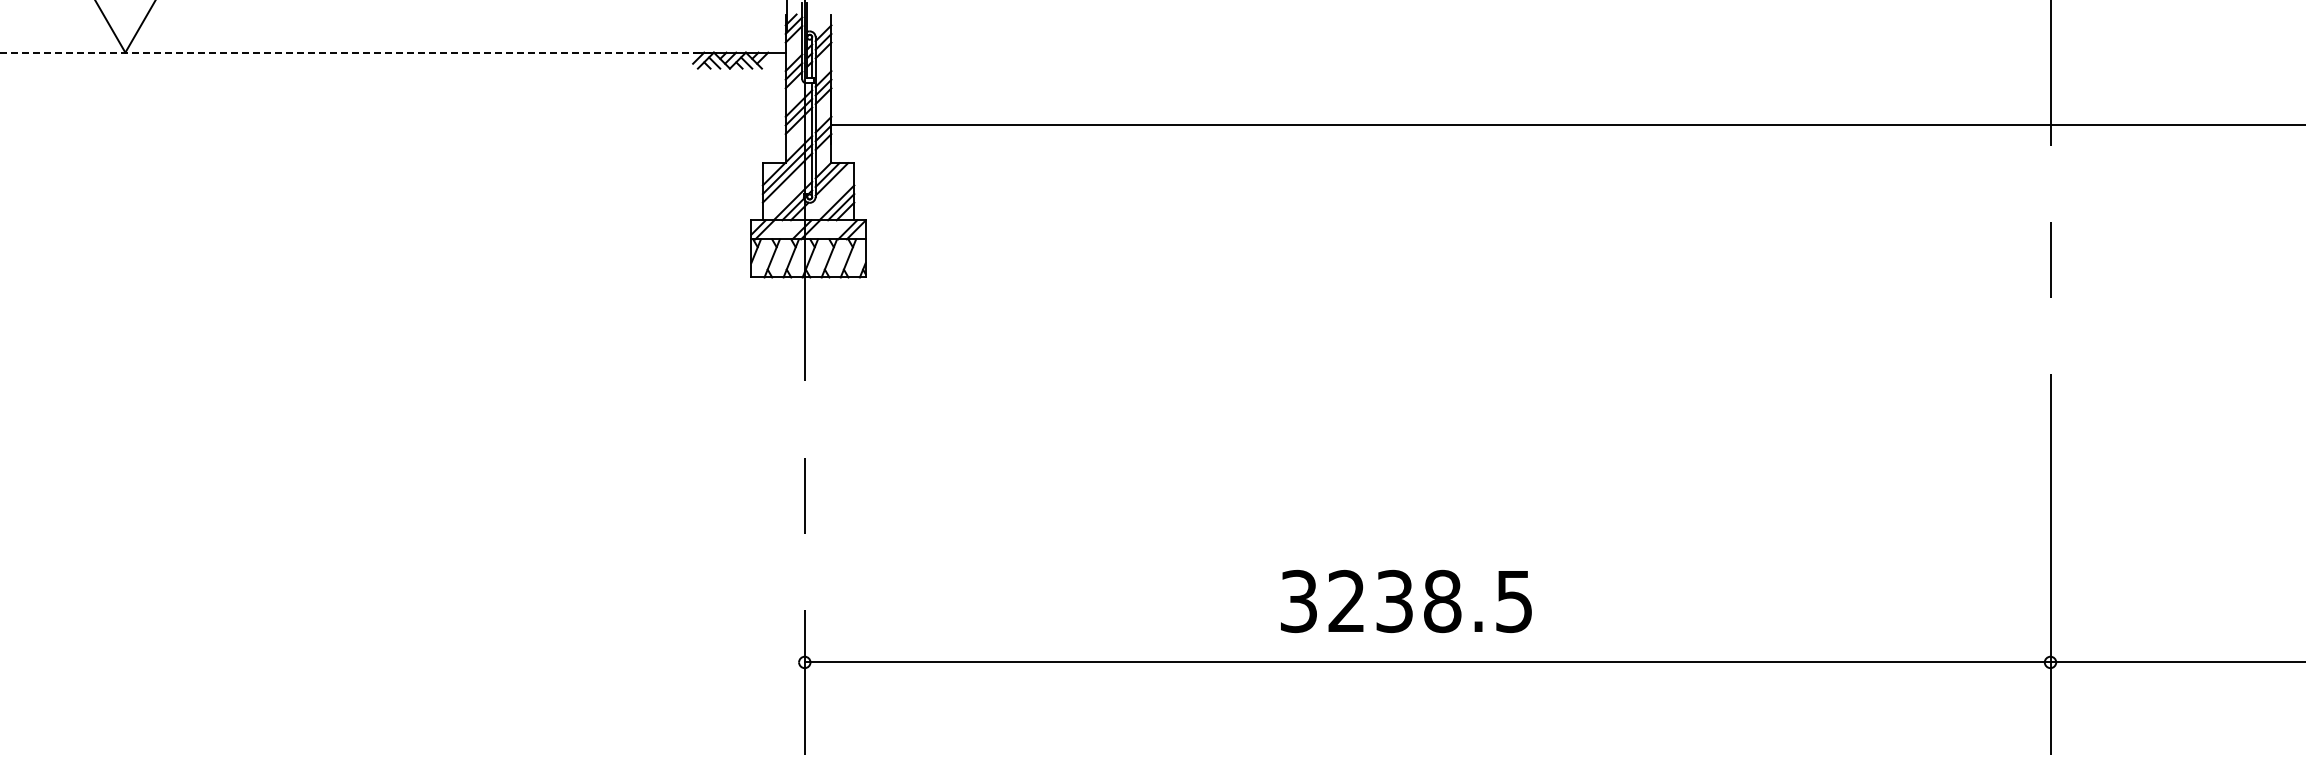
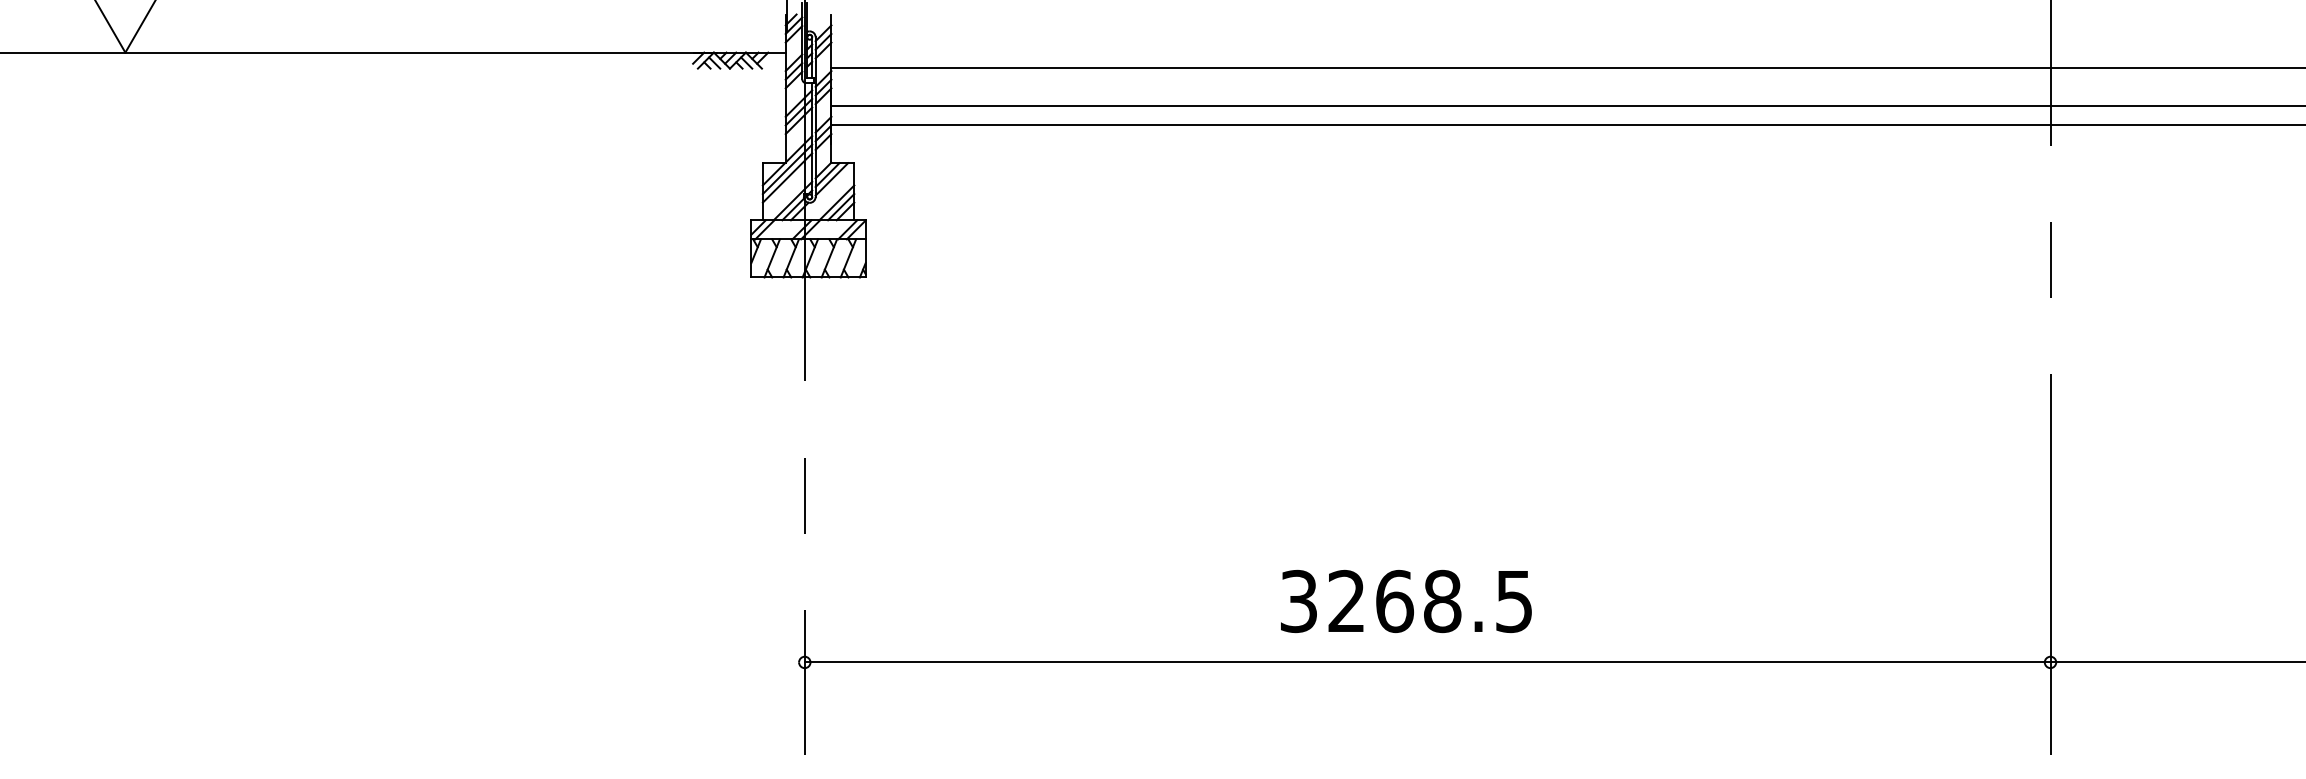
line at (358, 52): dashed -> solid
line at (1566, 67): none -> present
line at (1566, 105): none -> present
text at (1395, 601): 3238.5 -> 3268.5
